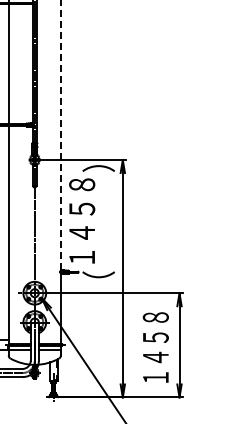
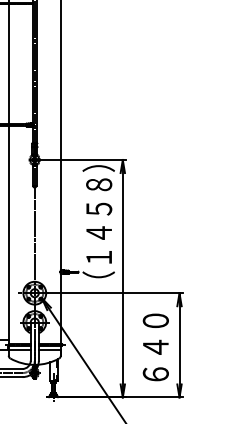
line at (60, 135): dashed -> solid
text at (82, 220) position: (82, 220) -> (99, 220)
text at (155, 347): １４５８ -> ６４０
